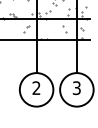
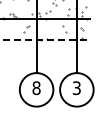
line at (45, 39): solid -> dashed
text at (36, 88): 2 -> 8
